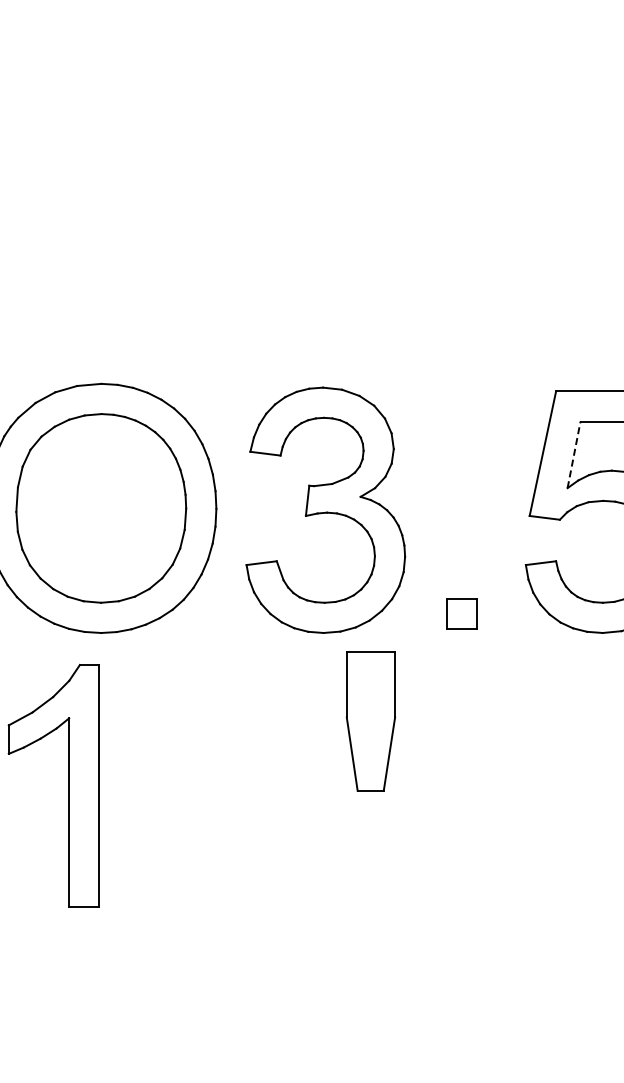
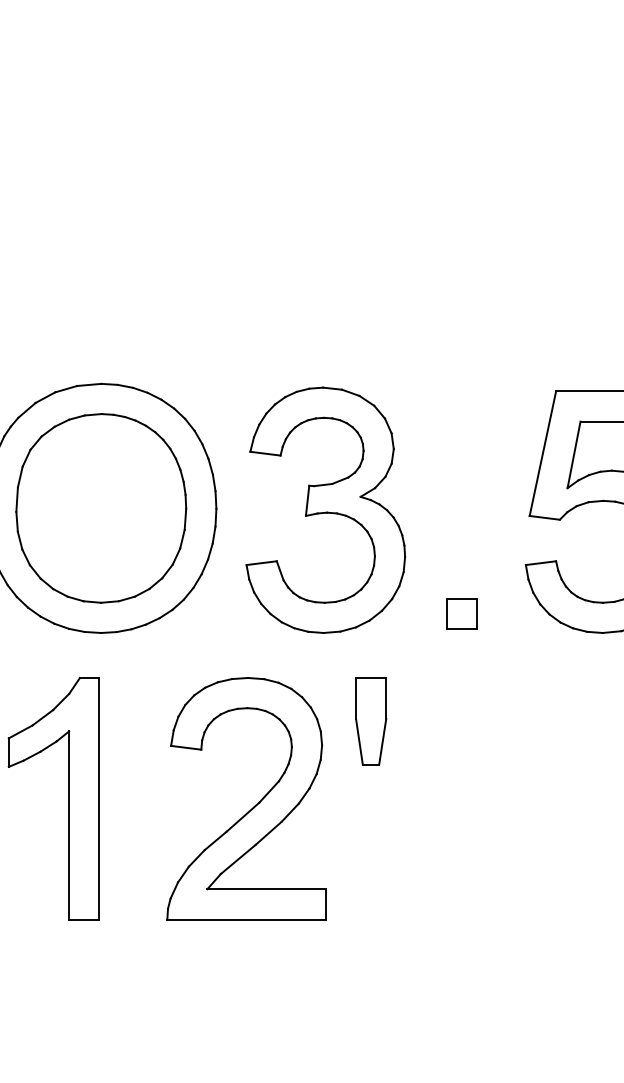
line at (574, 454): dashed -> solid
part at (370, 721) size: 51x141 px -> 33x89 px
part at (68, 785) position: (68, 785) -> (68, 798)
part at (254, 805): none -> present
